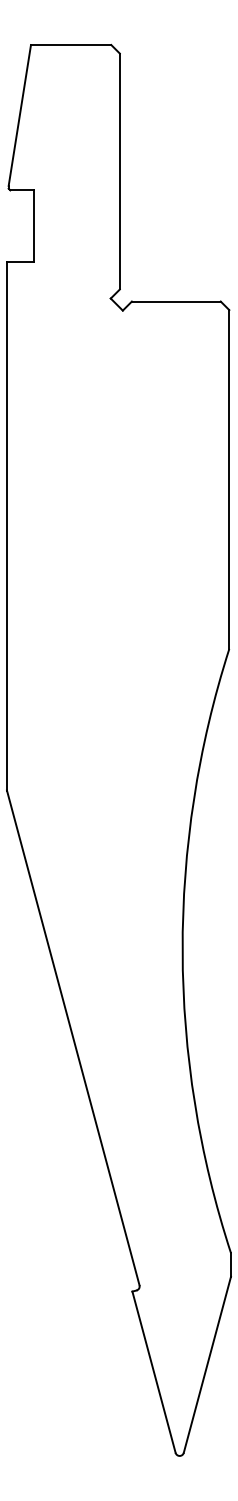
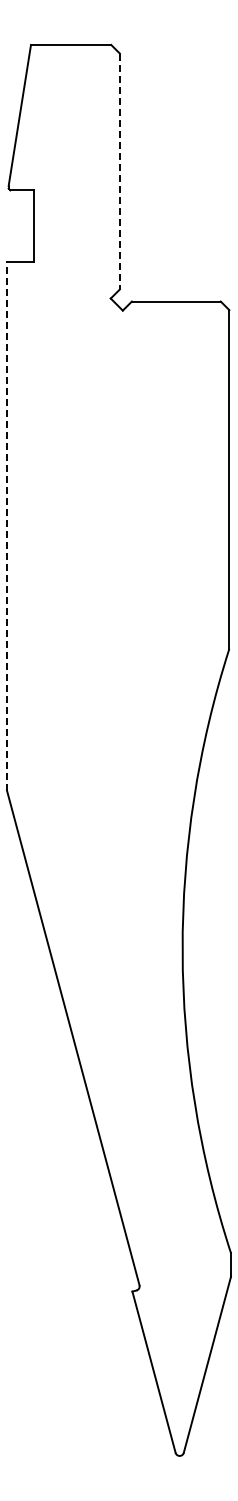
line at (119, 171): solid -> dashed
line at (6, 525): solid -> dashed
